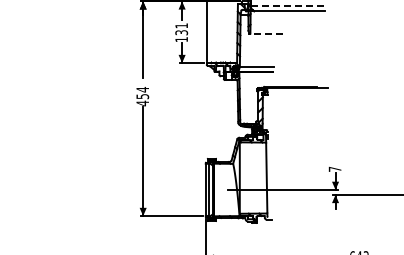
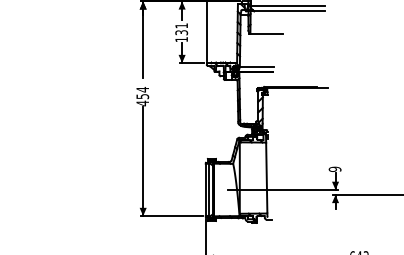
line at (288, 6): dashed -> solid
line at (266, 33): dashed -> solid
text at (334, 168): 7 -> 9
